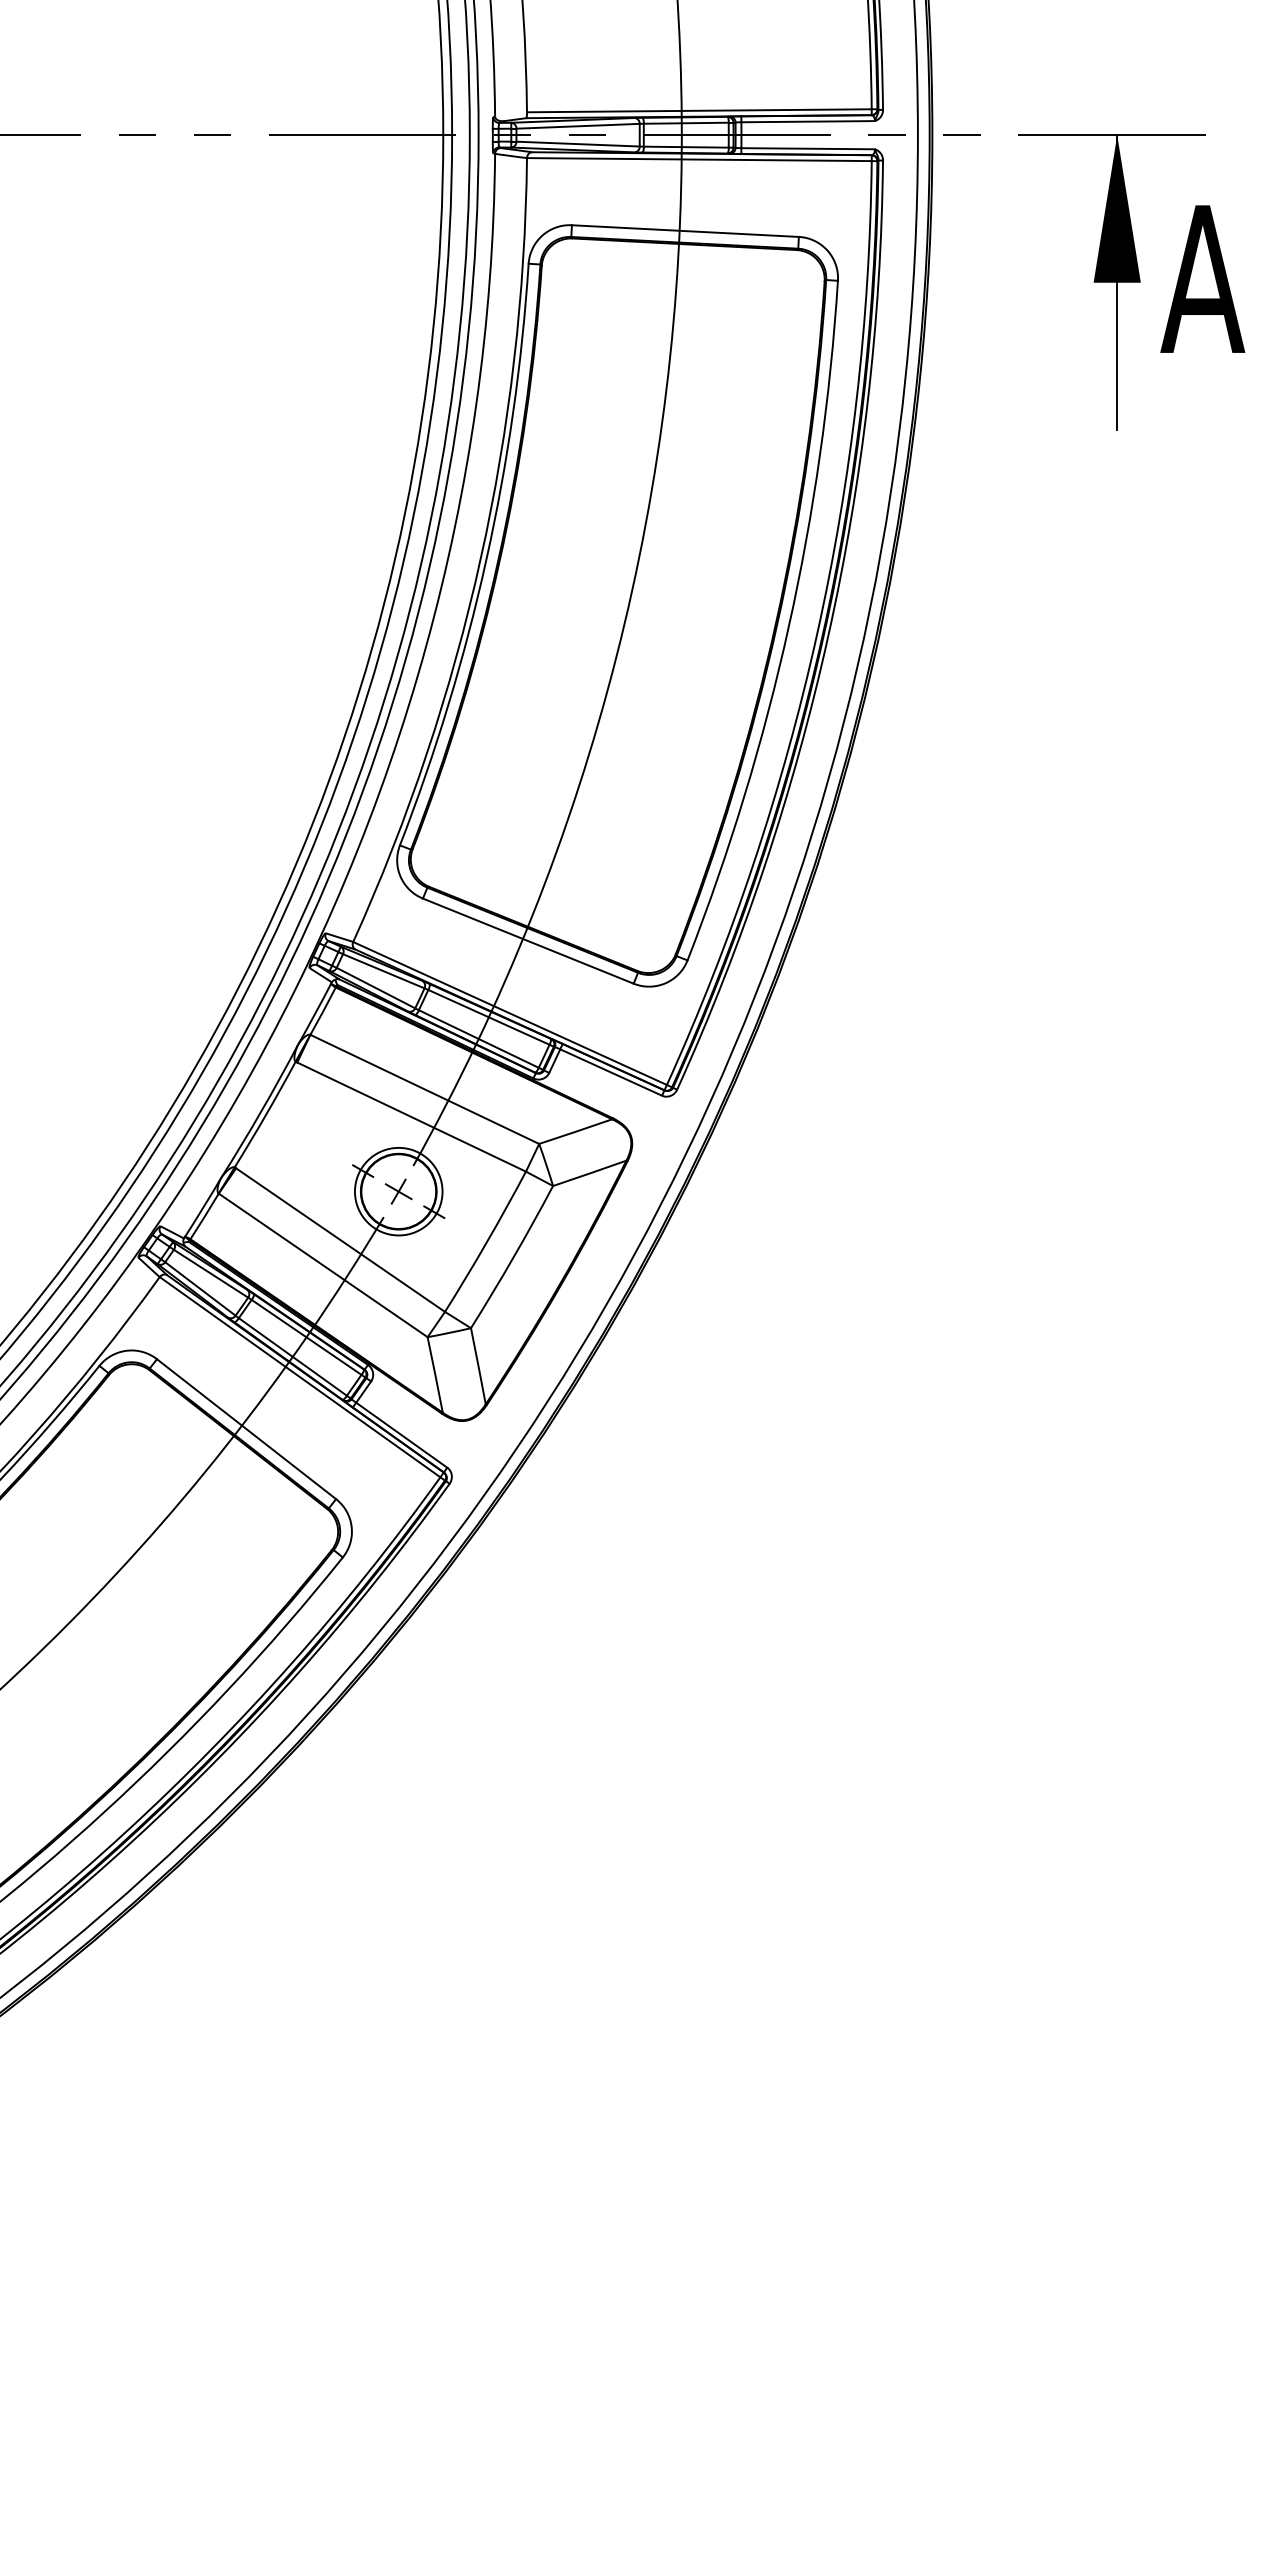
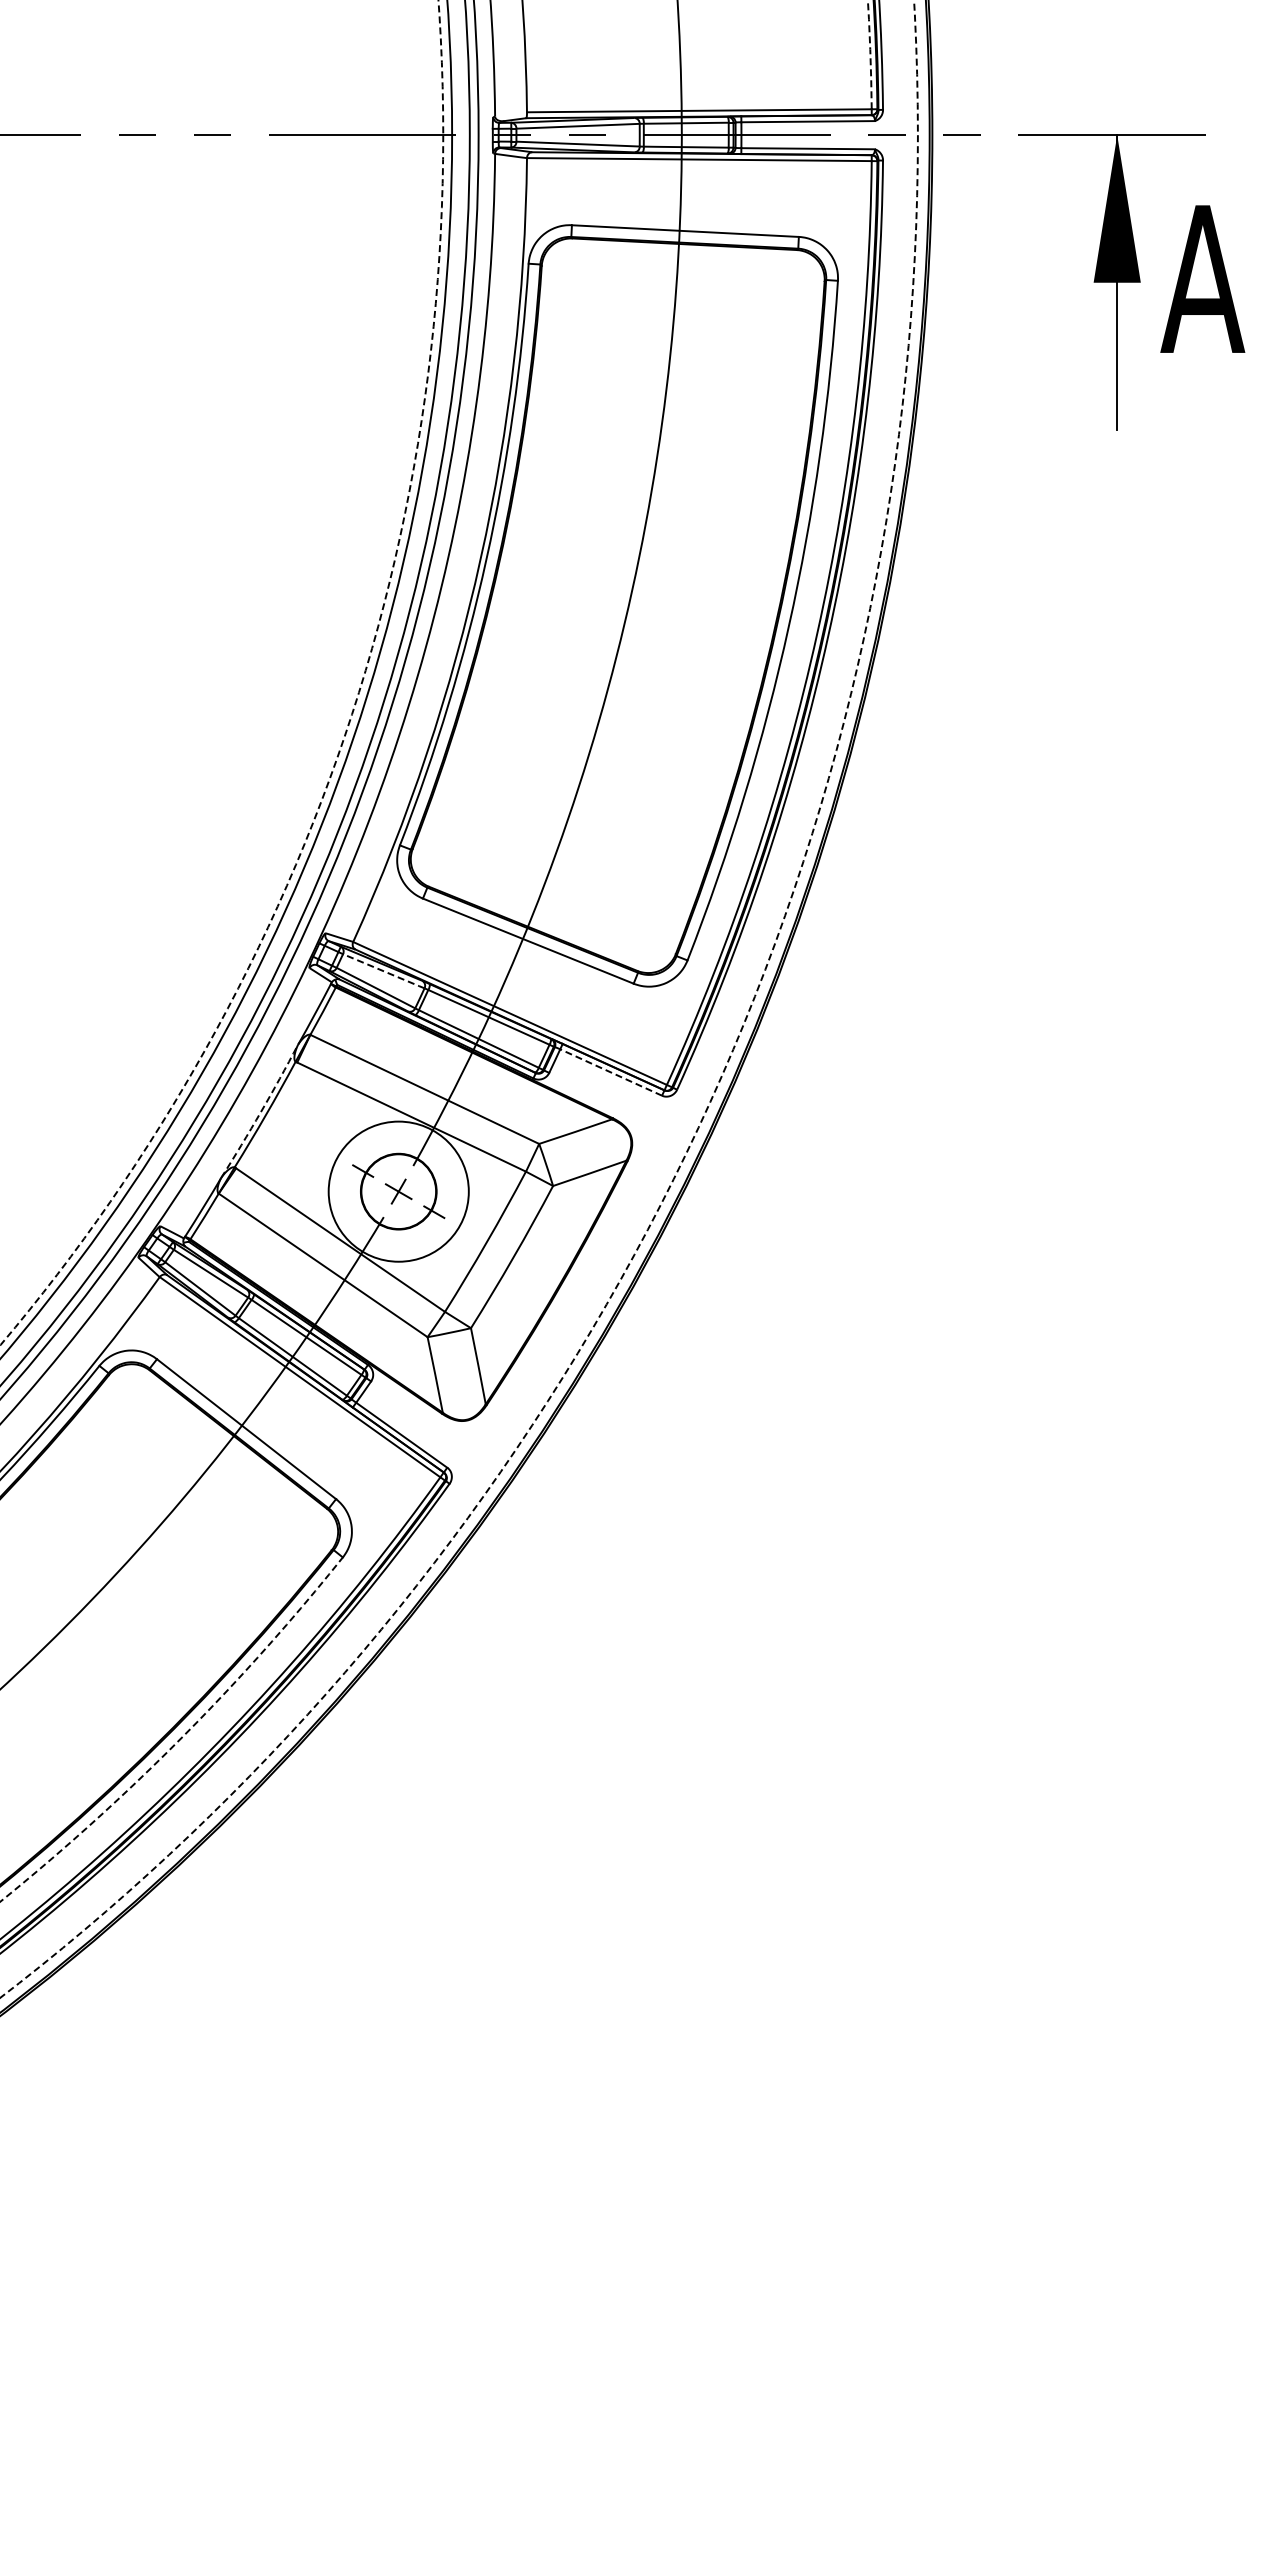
arc at (870, 54): solid -> dashed
circle at (221, 672): solid -> dashed
line at (384, 971): solid -> dashed
circle at (458, 998): solid -> dashed
line at (611, 1072): solid -> dashed
arc at (260, 1112): solid -> dashed
circle at (398, 1191) diameter: 88 px -> 140 px
arc at (180, 1738): solid -> dashed
